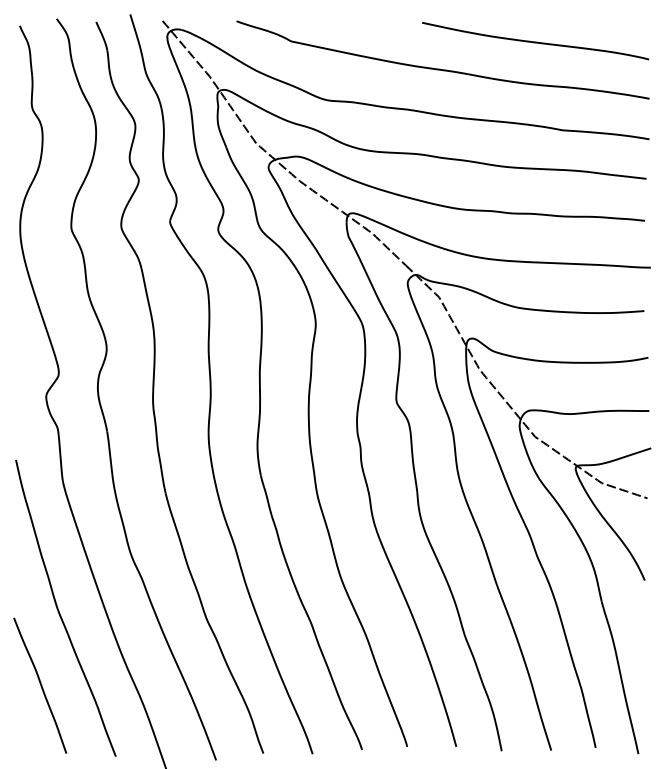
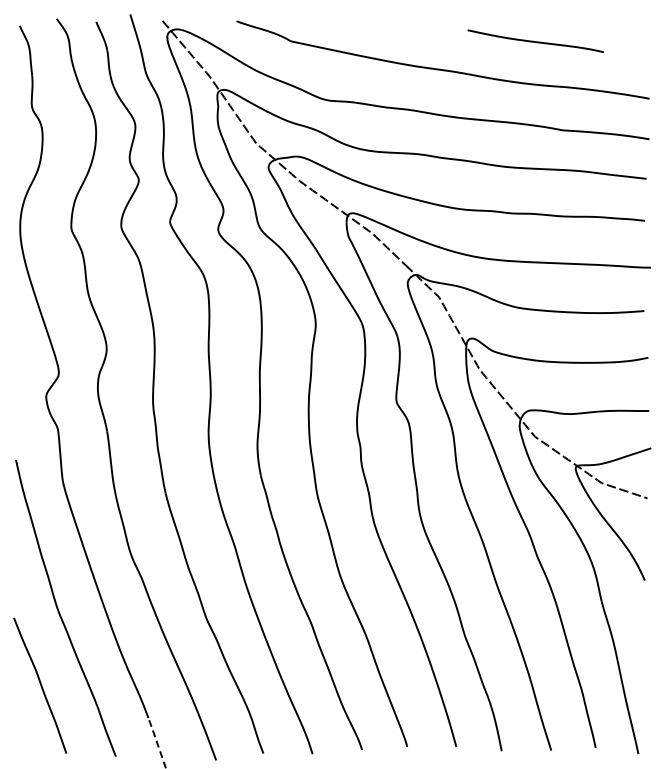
part at (535, 41) size: 228x39 px -> 137x25 px
line at (157, 742): solid -> dashed
